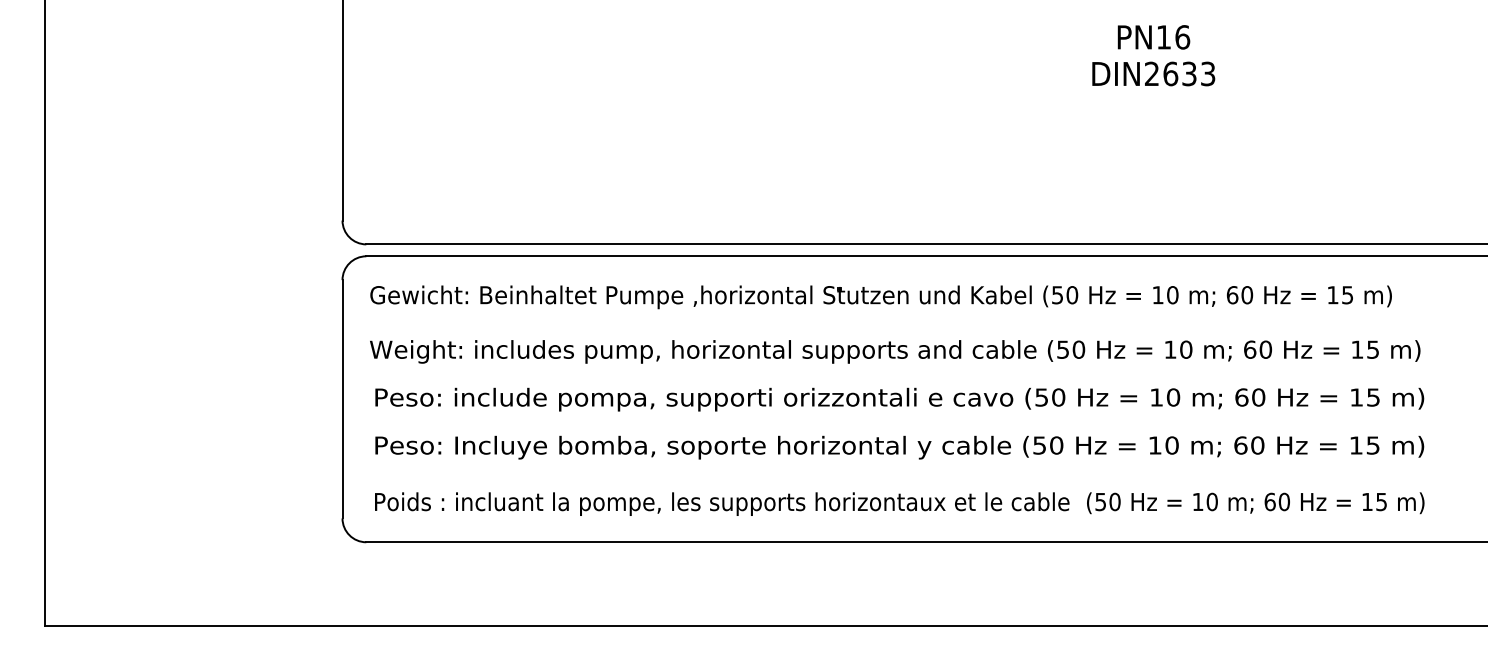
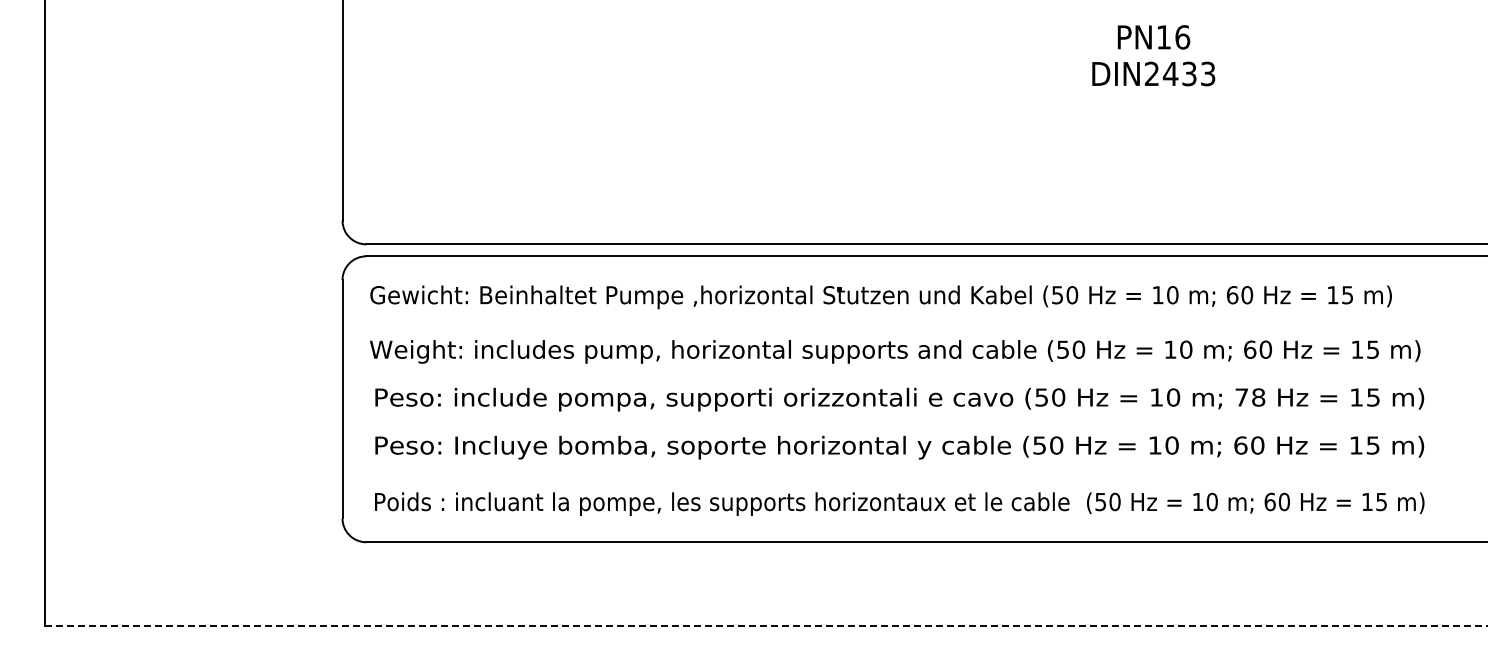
text at (1170, 73): DIN2633 -> DIN2433
text at (1250, 397): 60 -> 78
line at (766, 625): solid -> dashed
